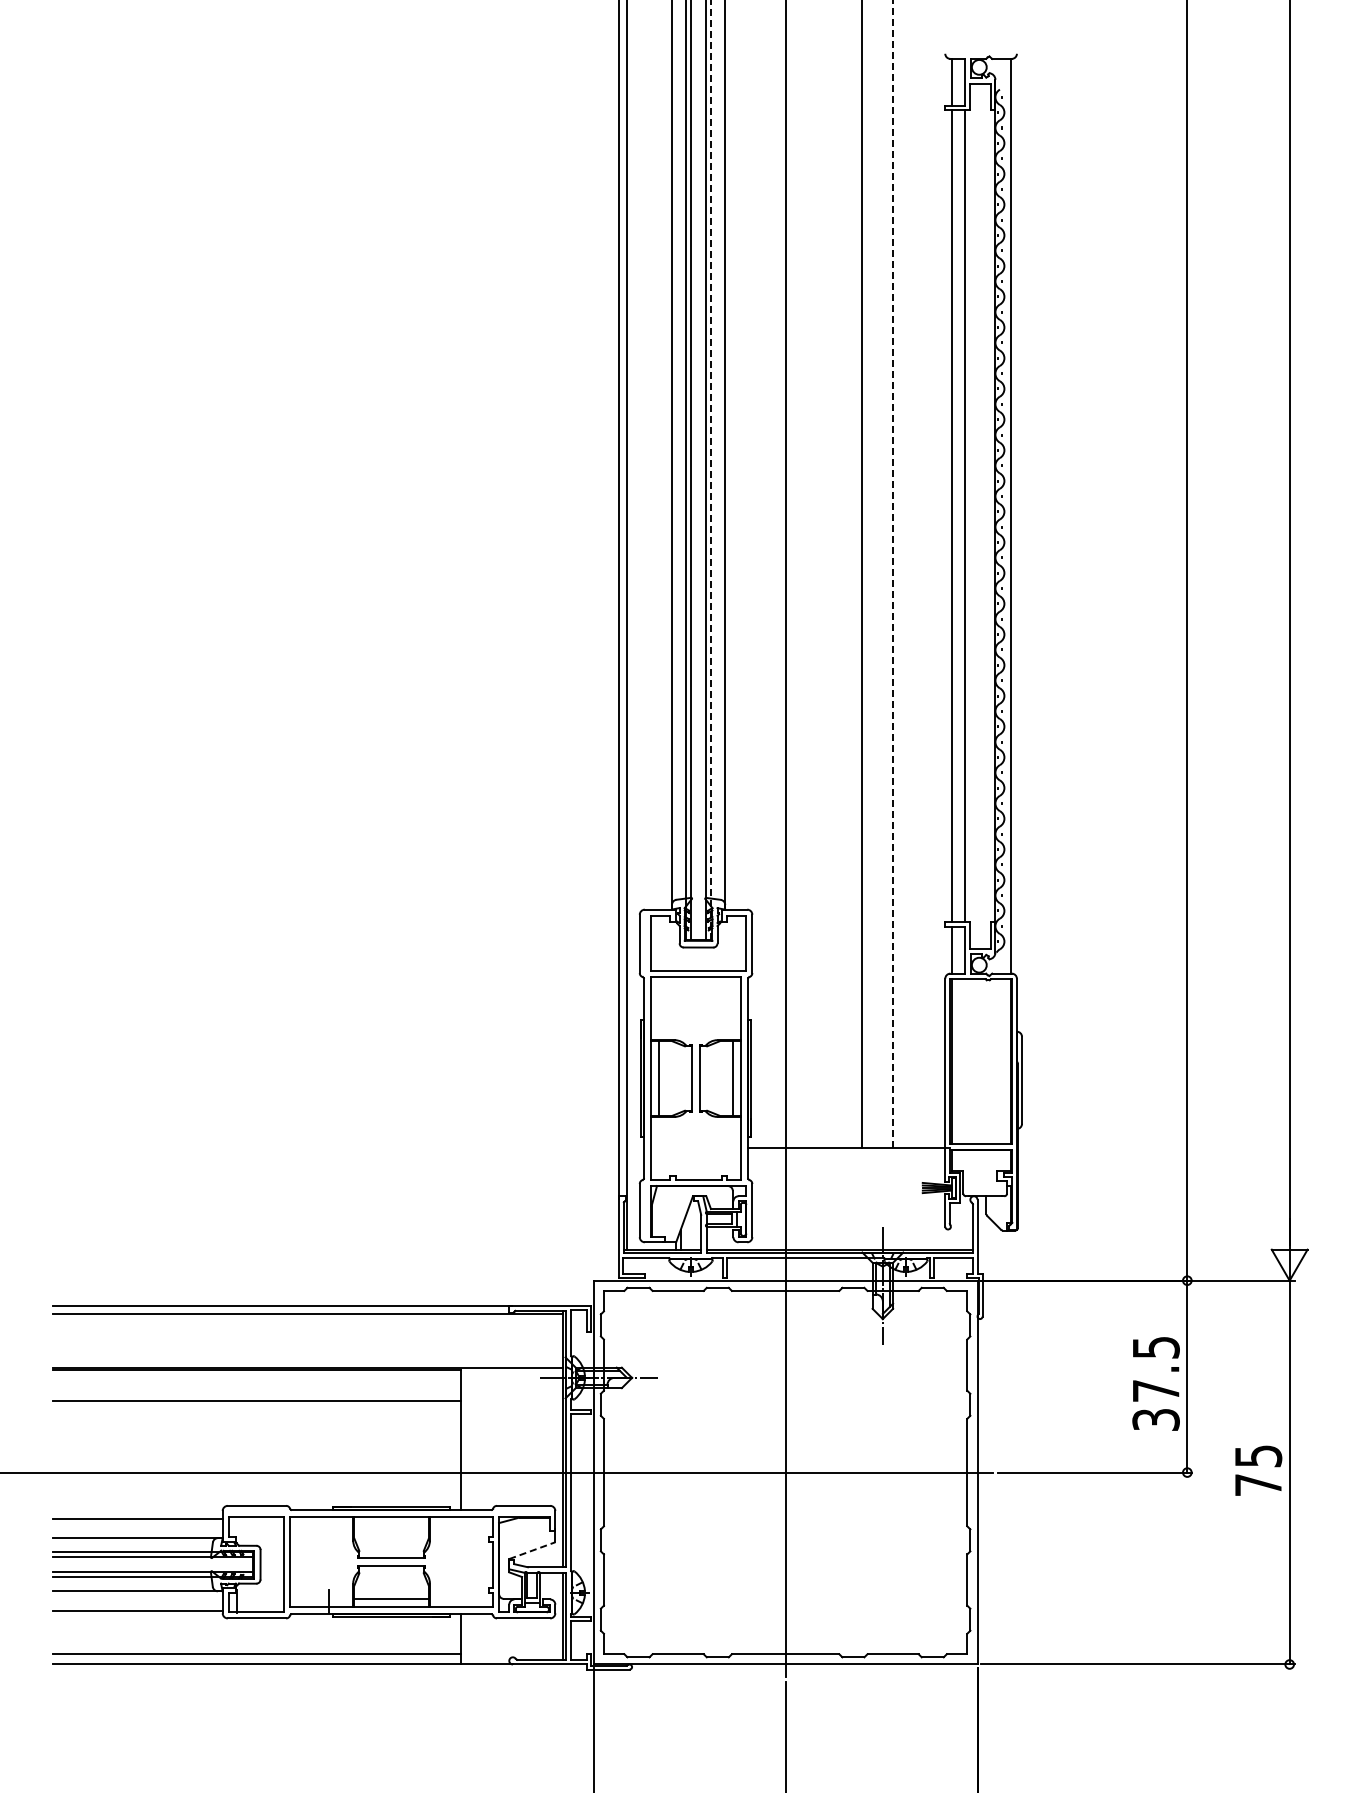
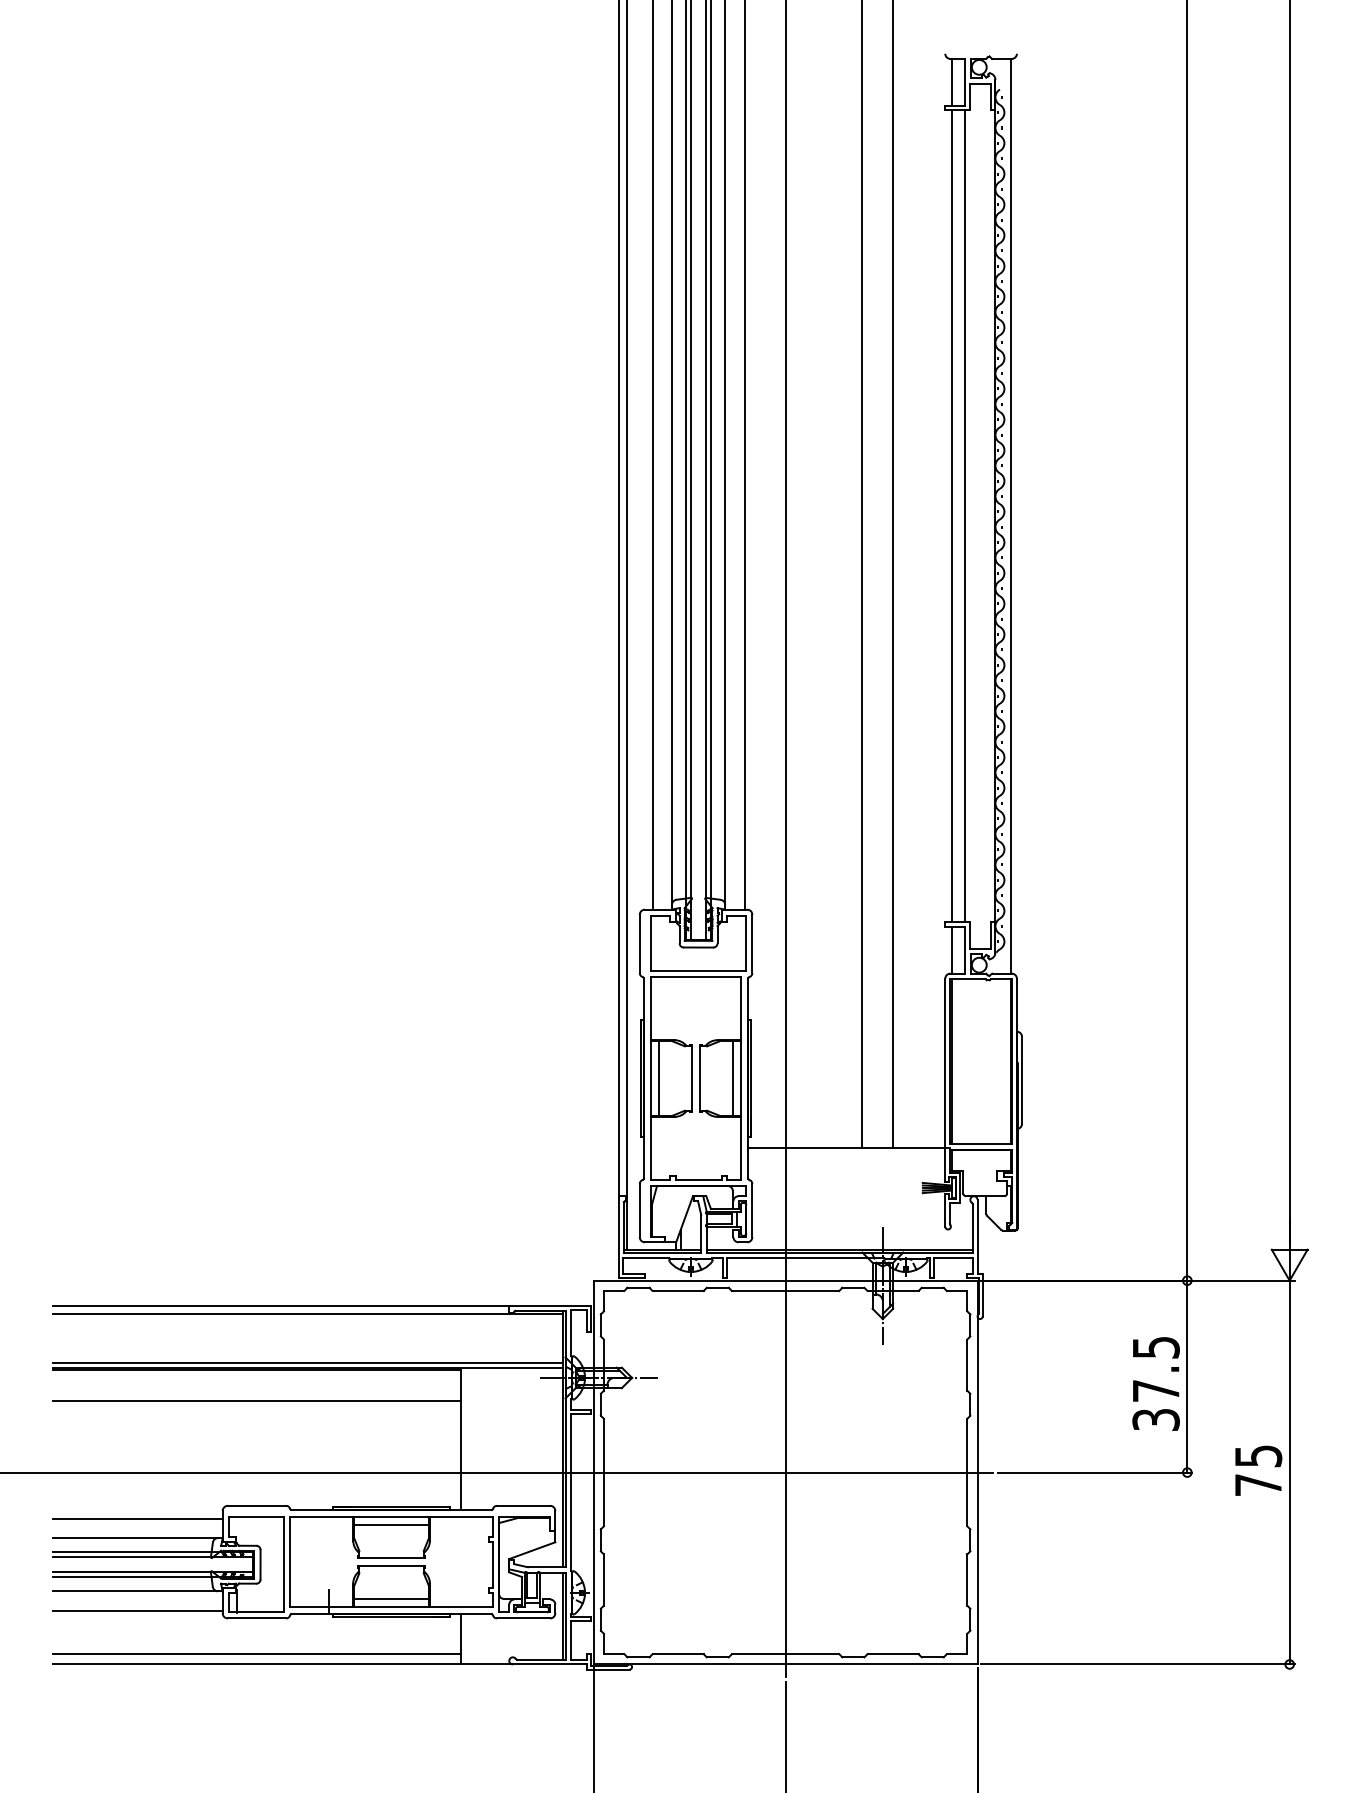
line at (652, 455): none -> present
line at (744, 455): none -> present
line at (711, 470): dashed -> solid
line at (893, 574): dashed -> solid
line at (308, 1362): none -> present
line at (391, 1525): none -> present
line at (532, 1550): dashed -> solid
